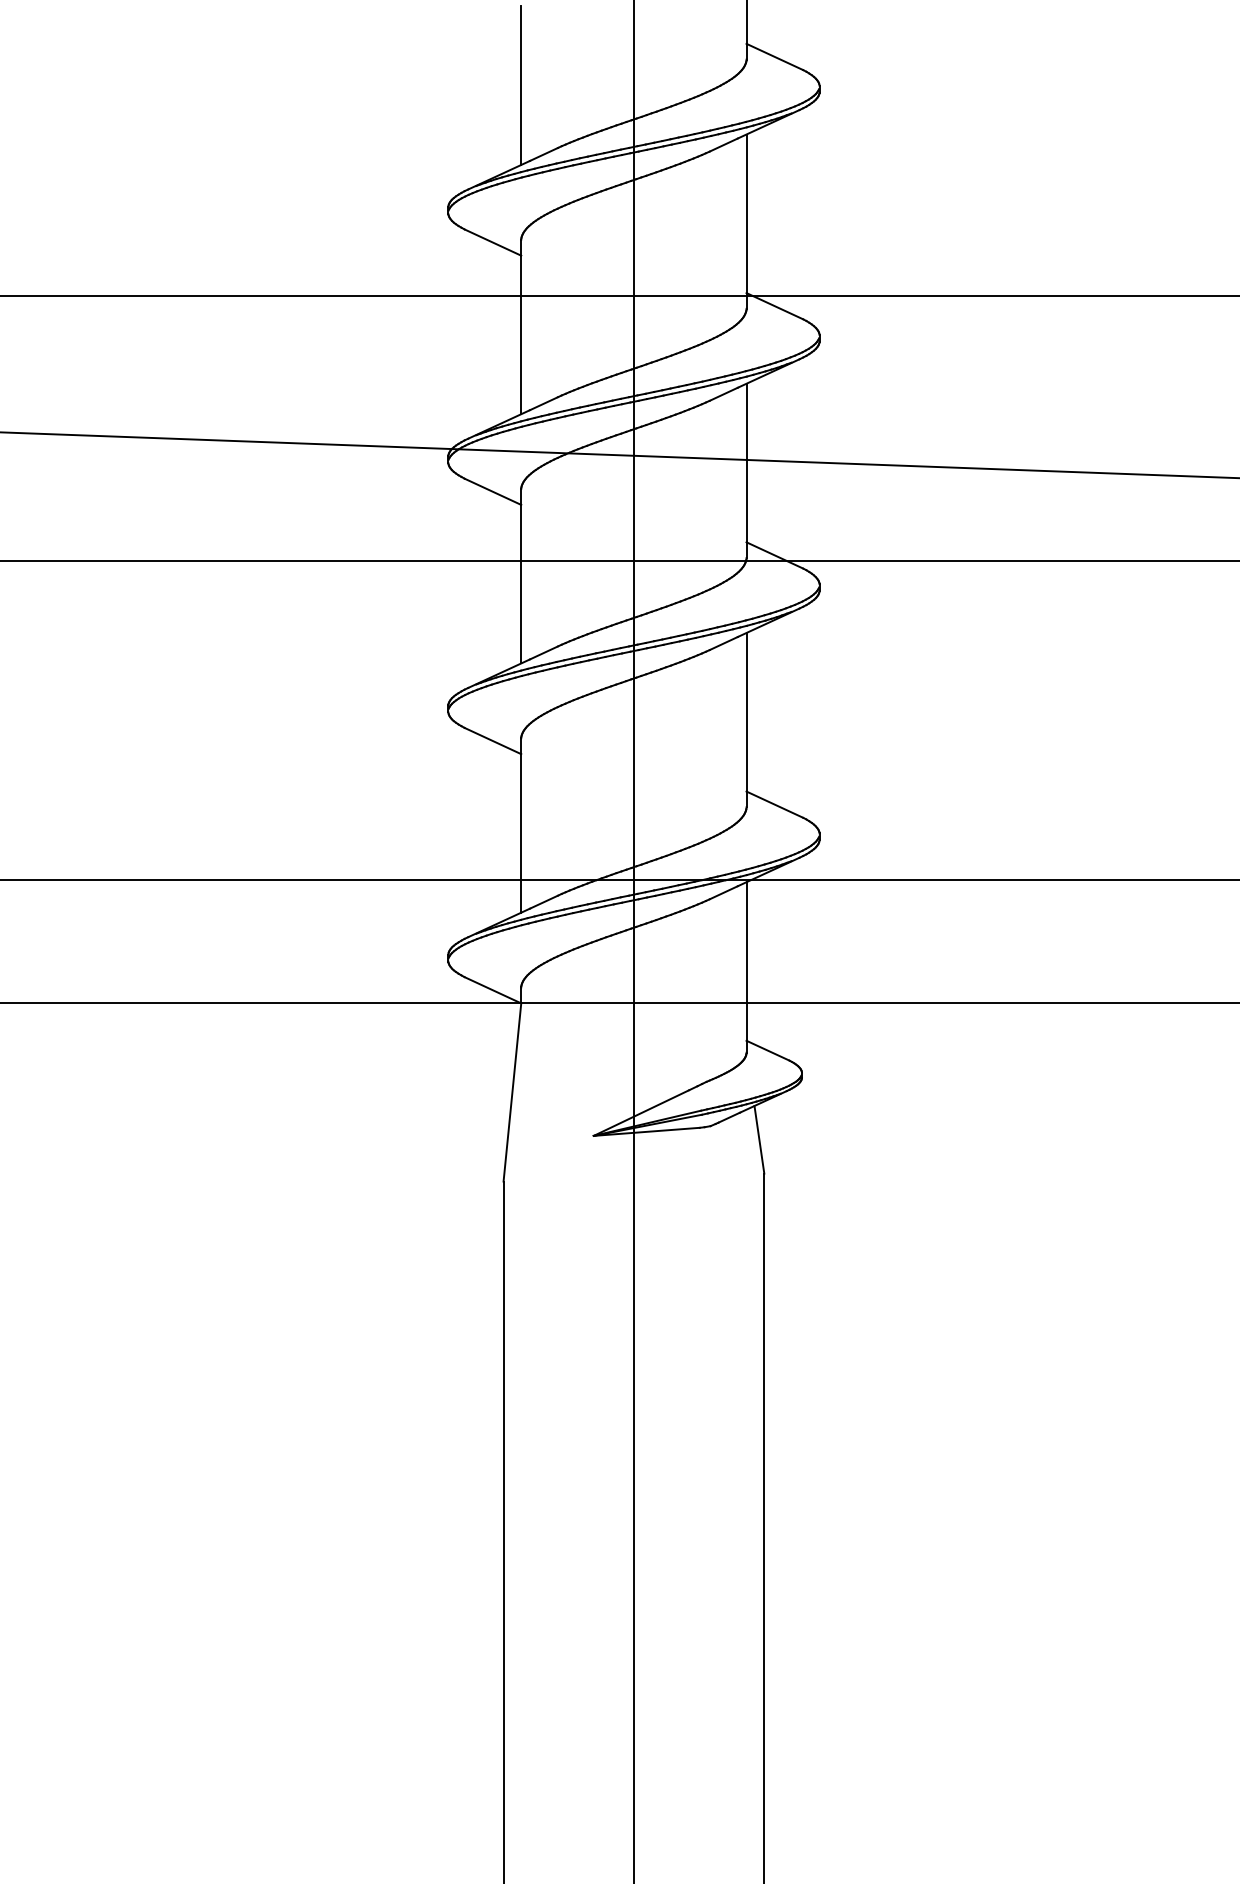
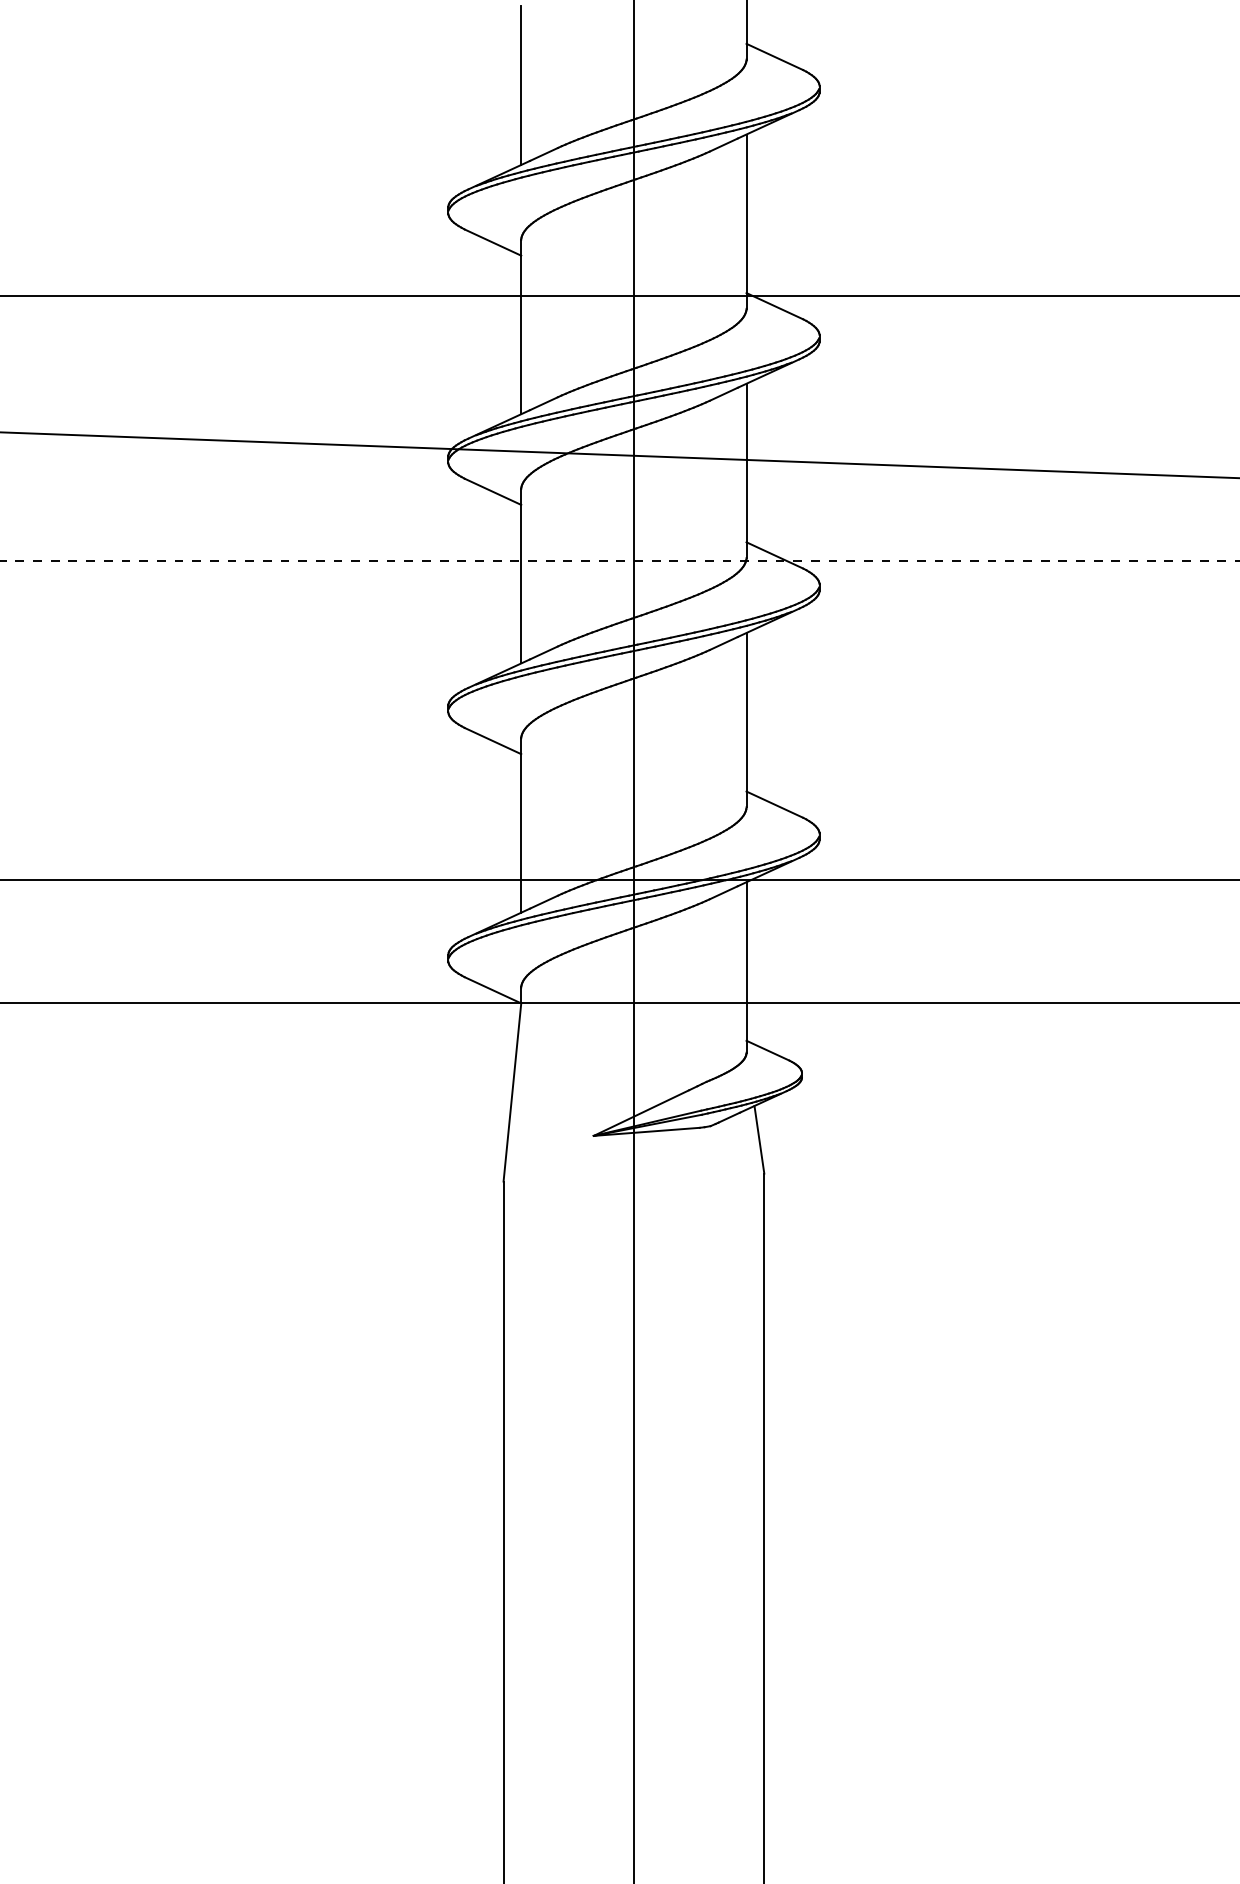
line at (619, 561): solid -> dashed
